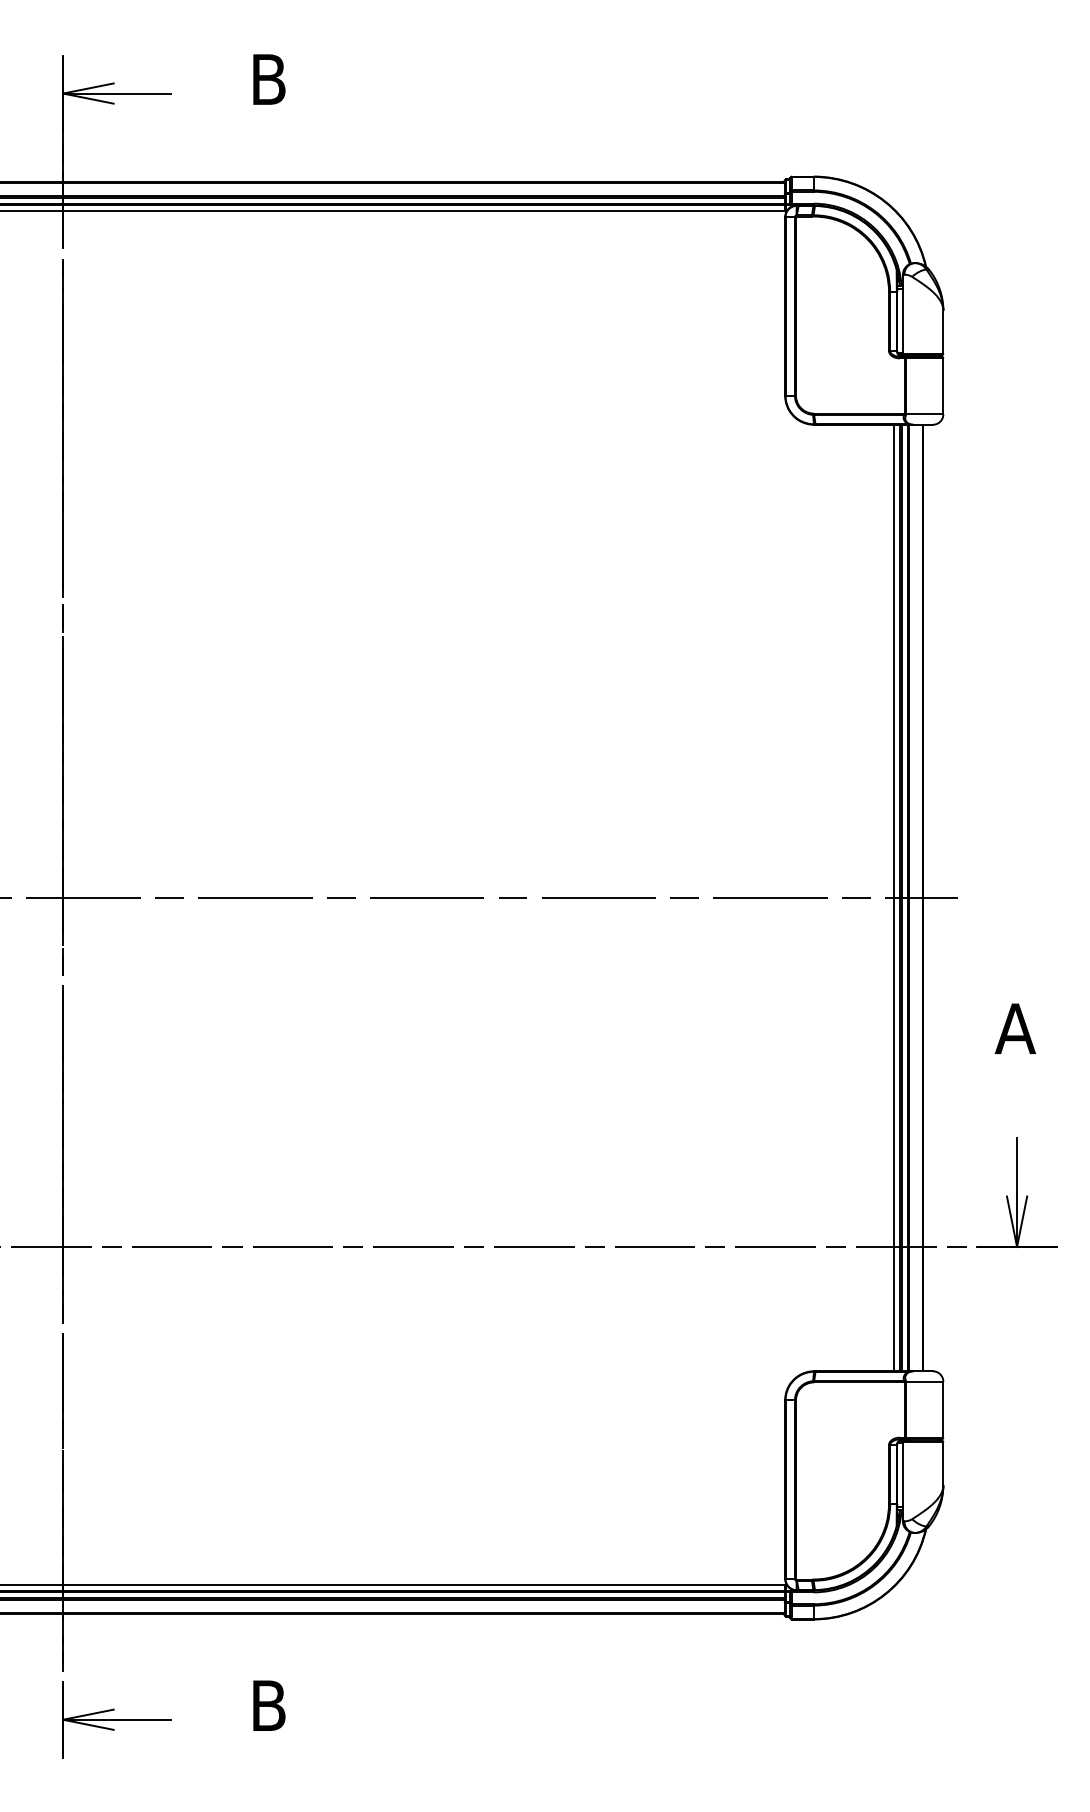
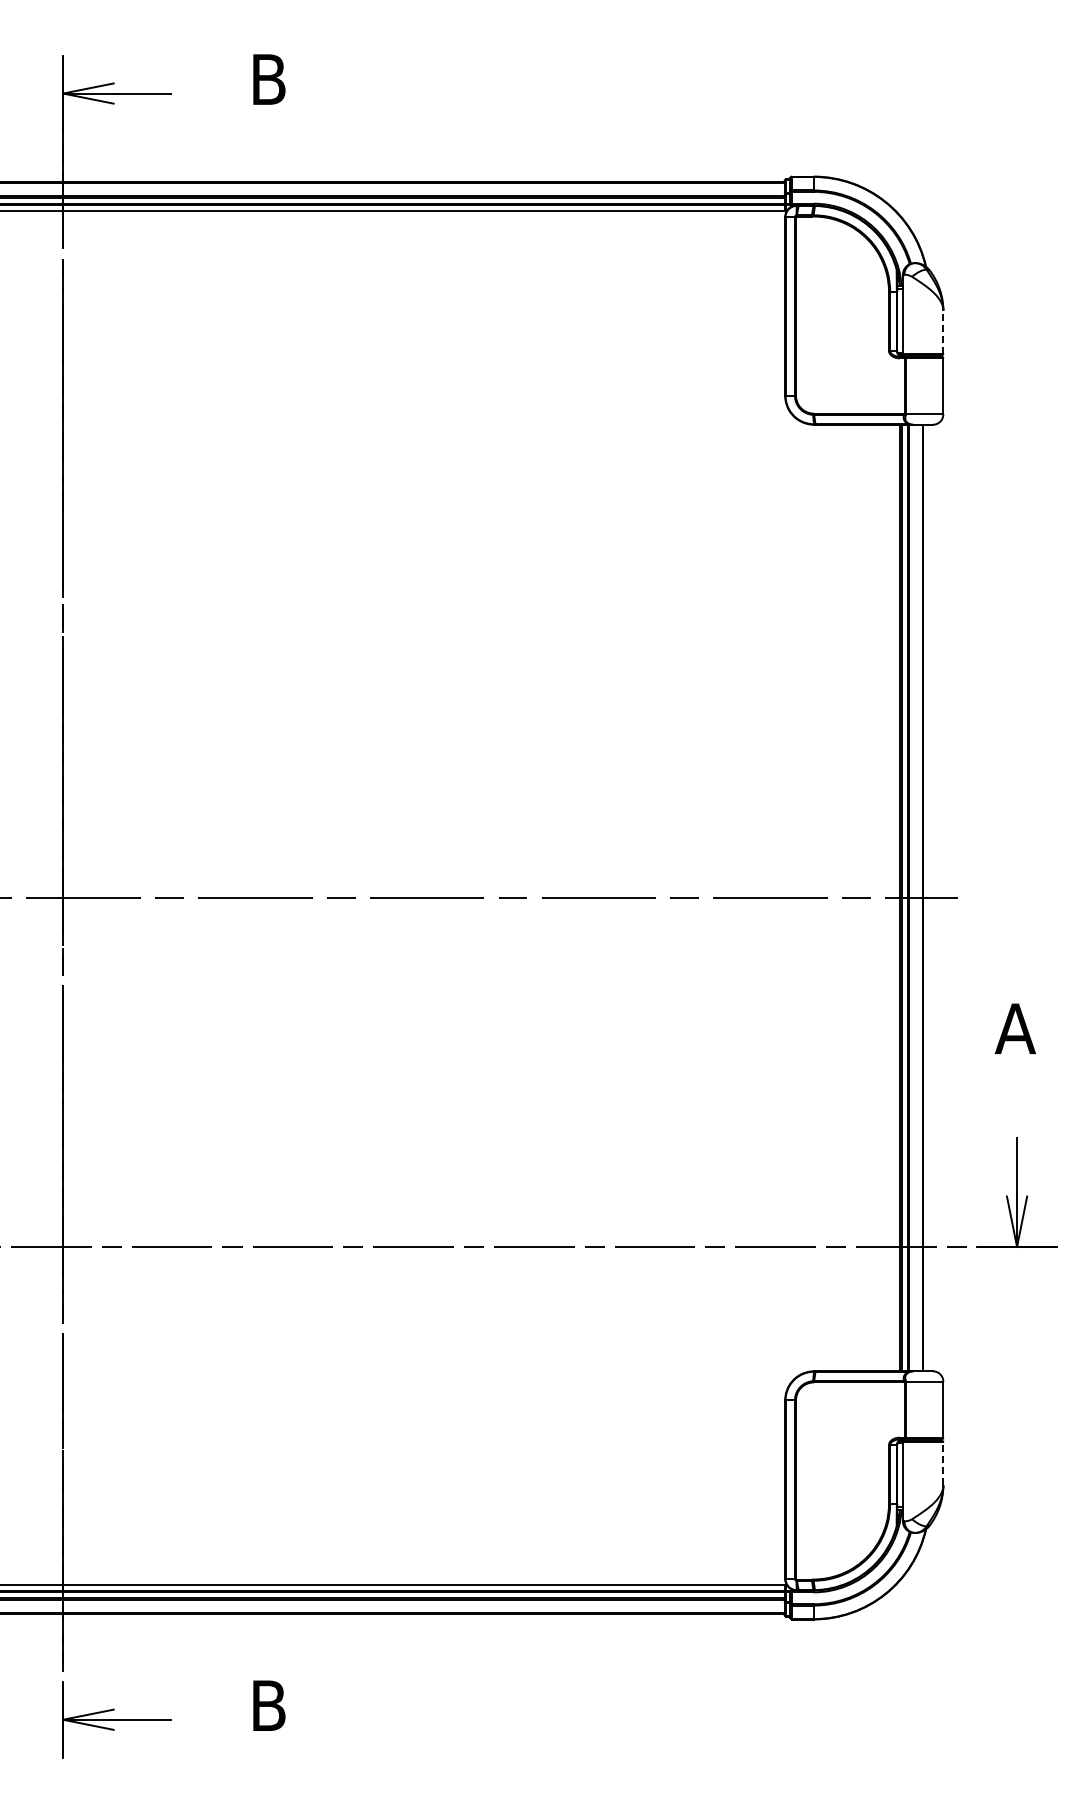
line at (943, 331): solid -> dashed
line at (894, 897): present -> none
line at (943, 1463): solid -> dashed
